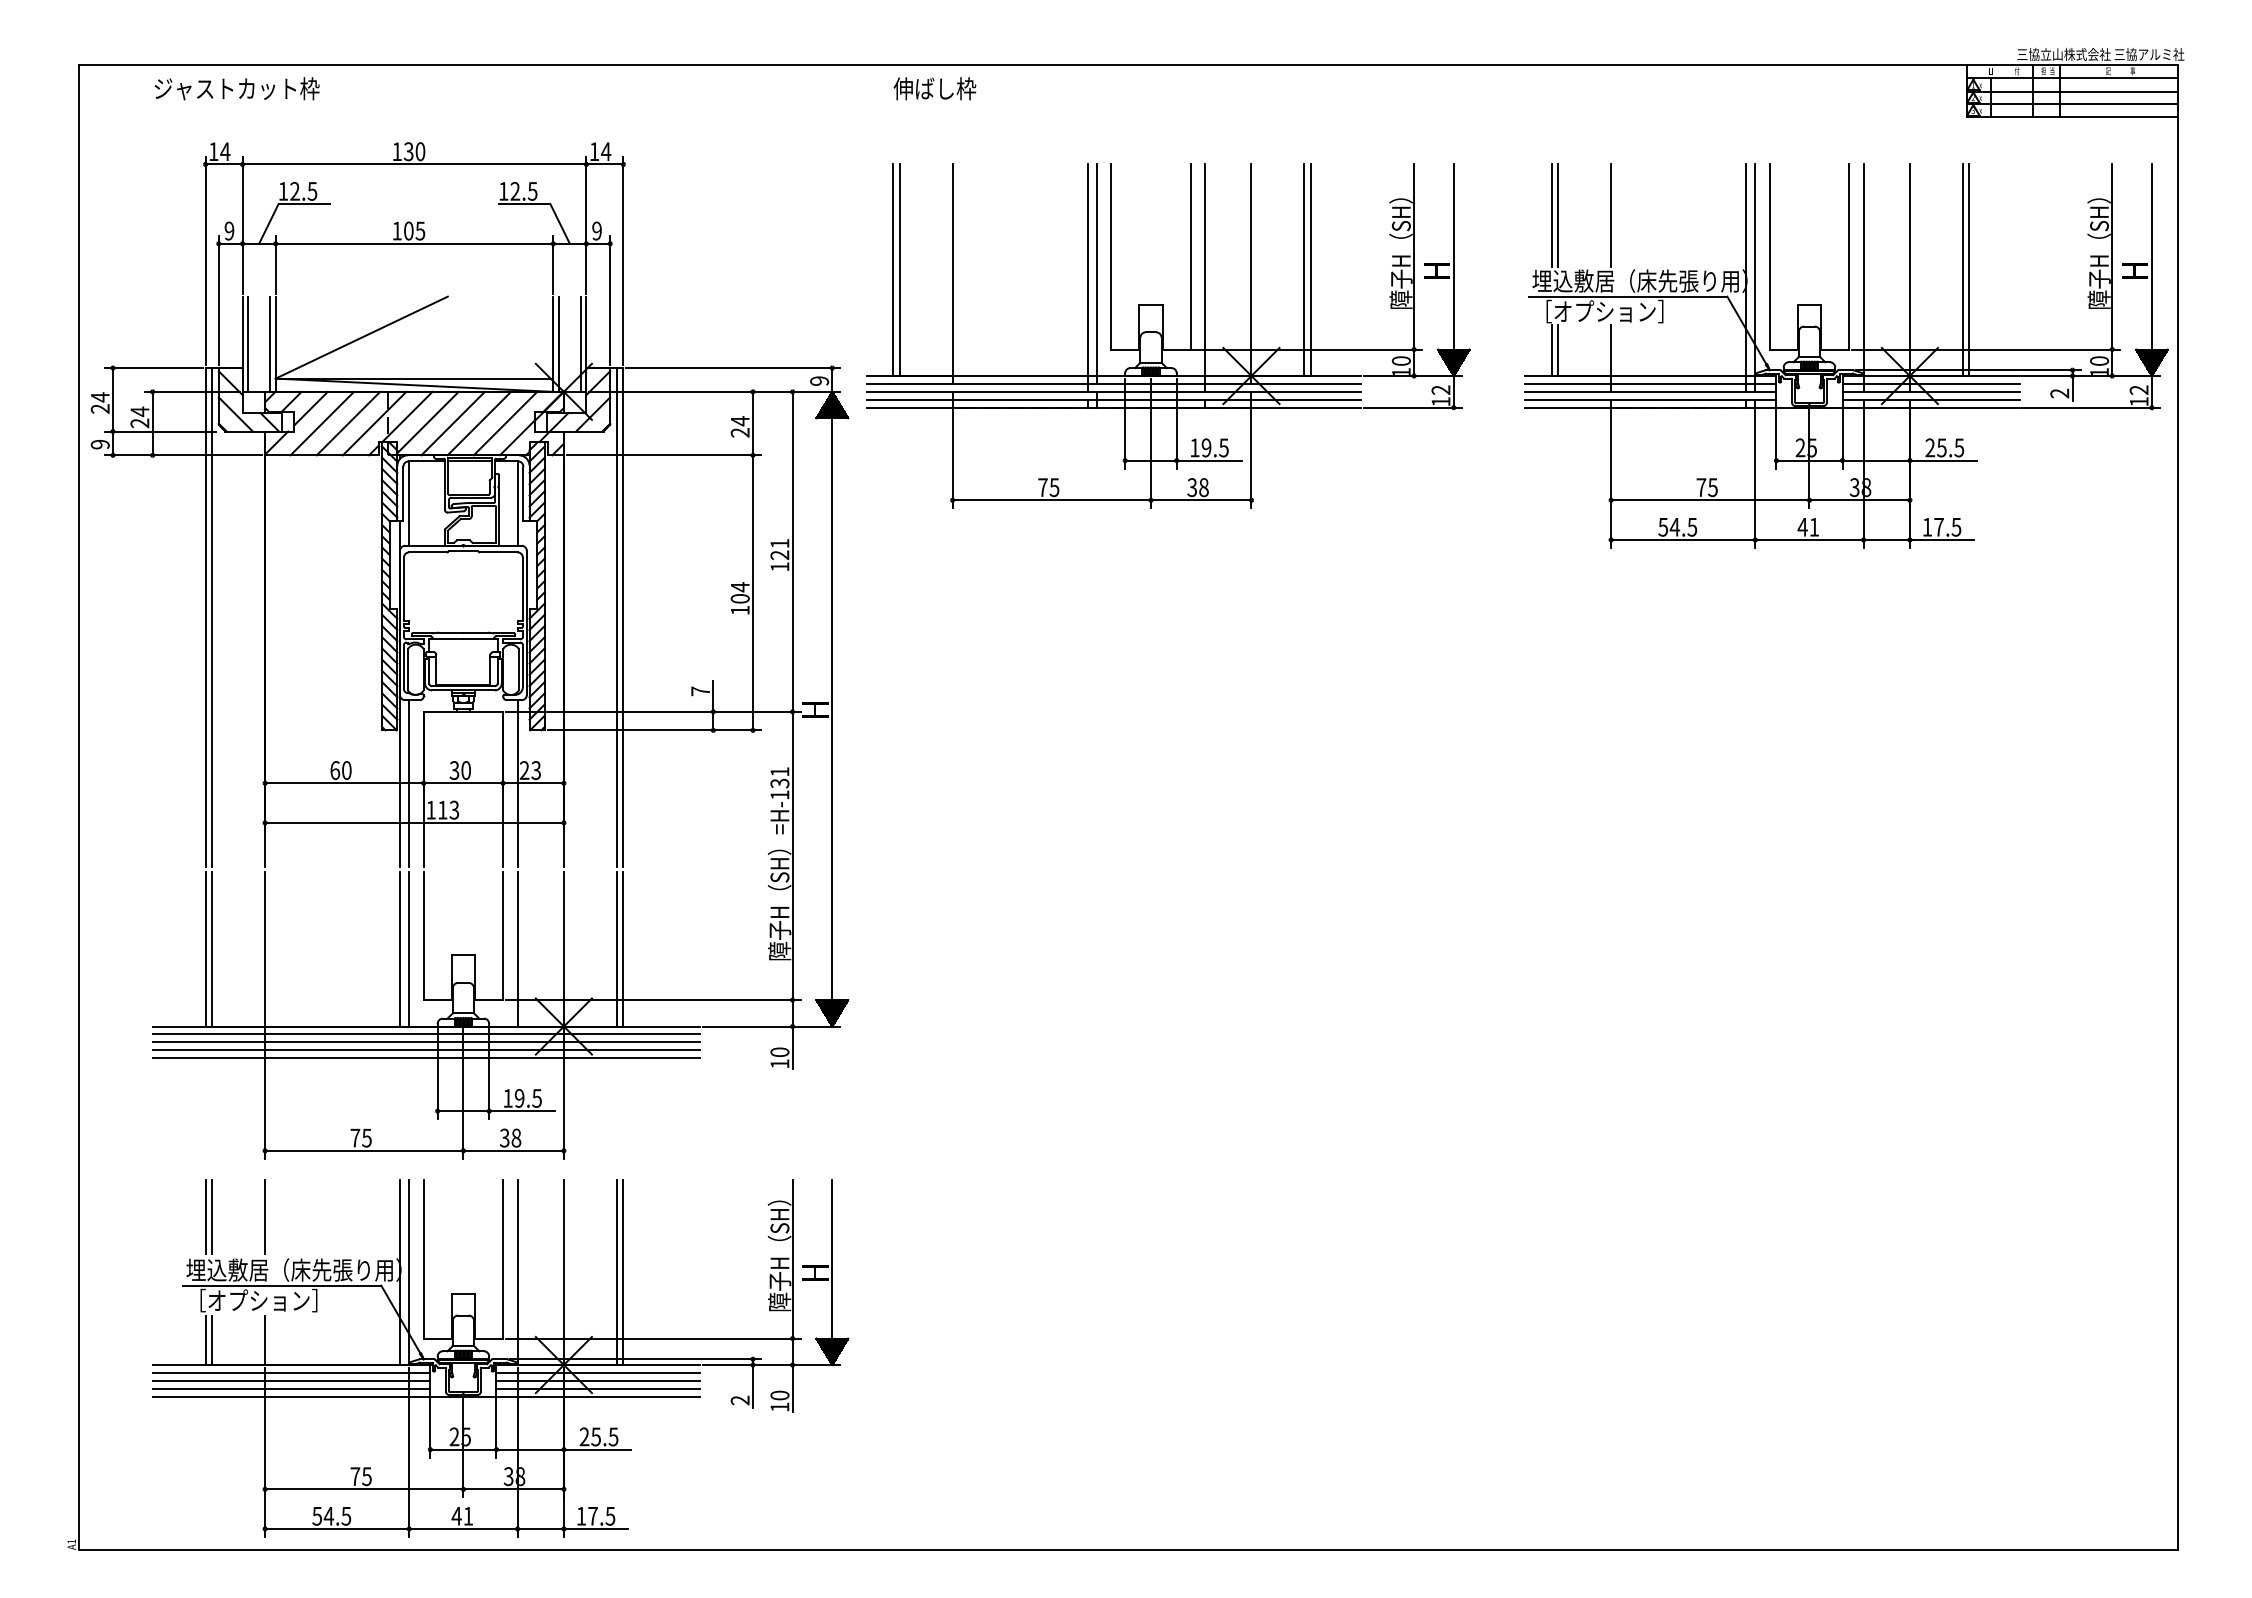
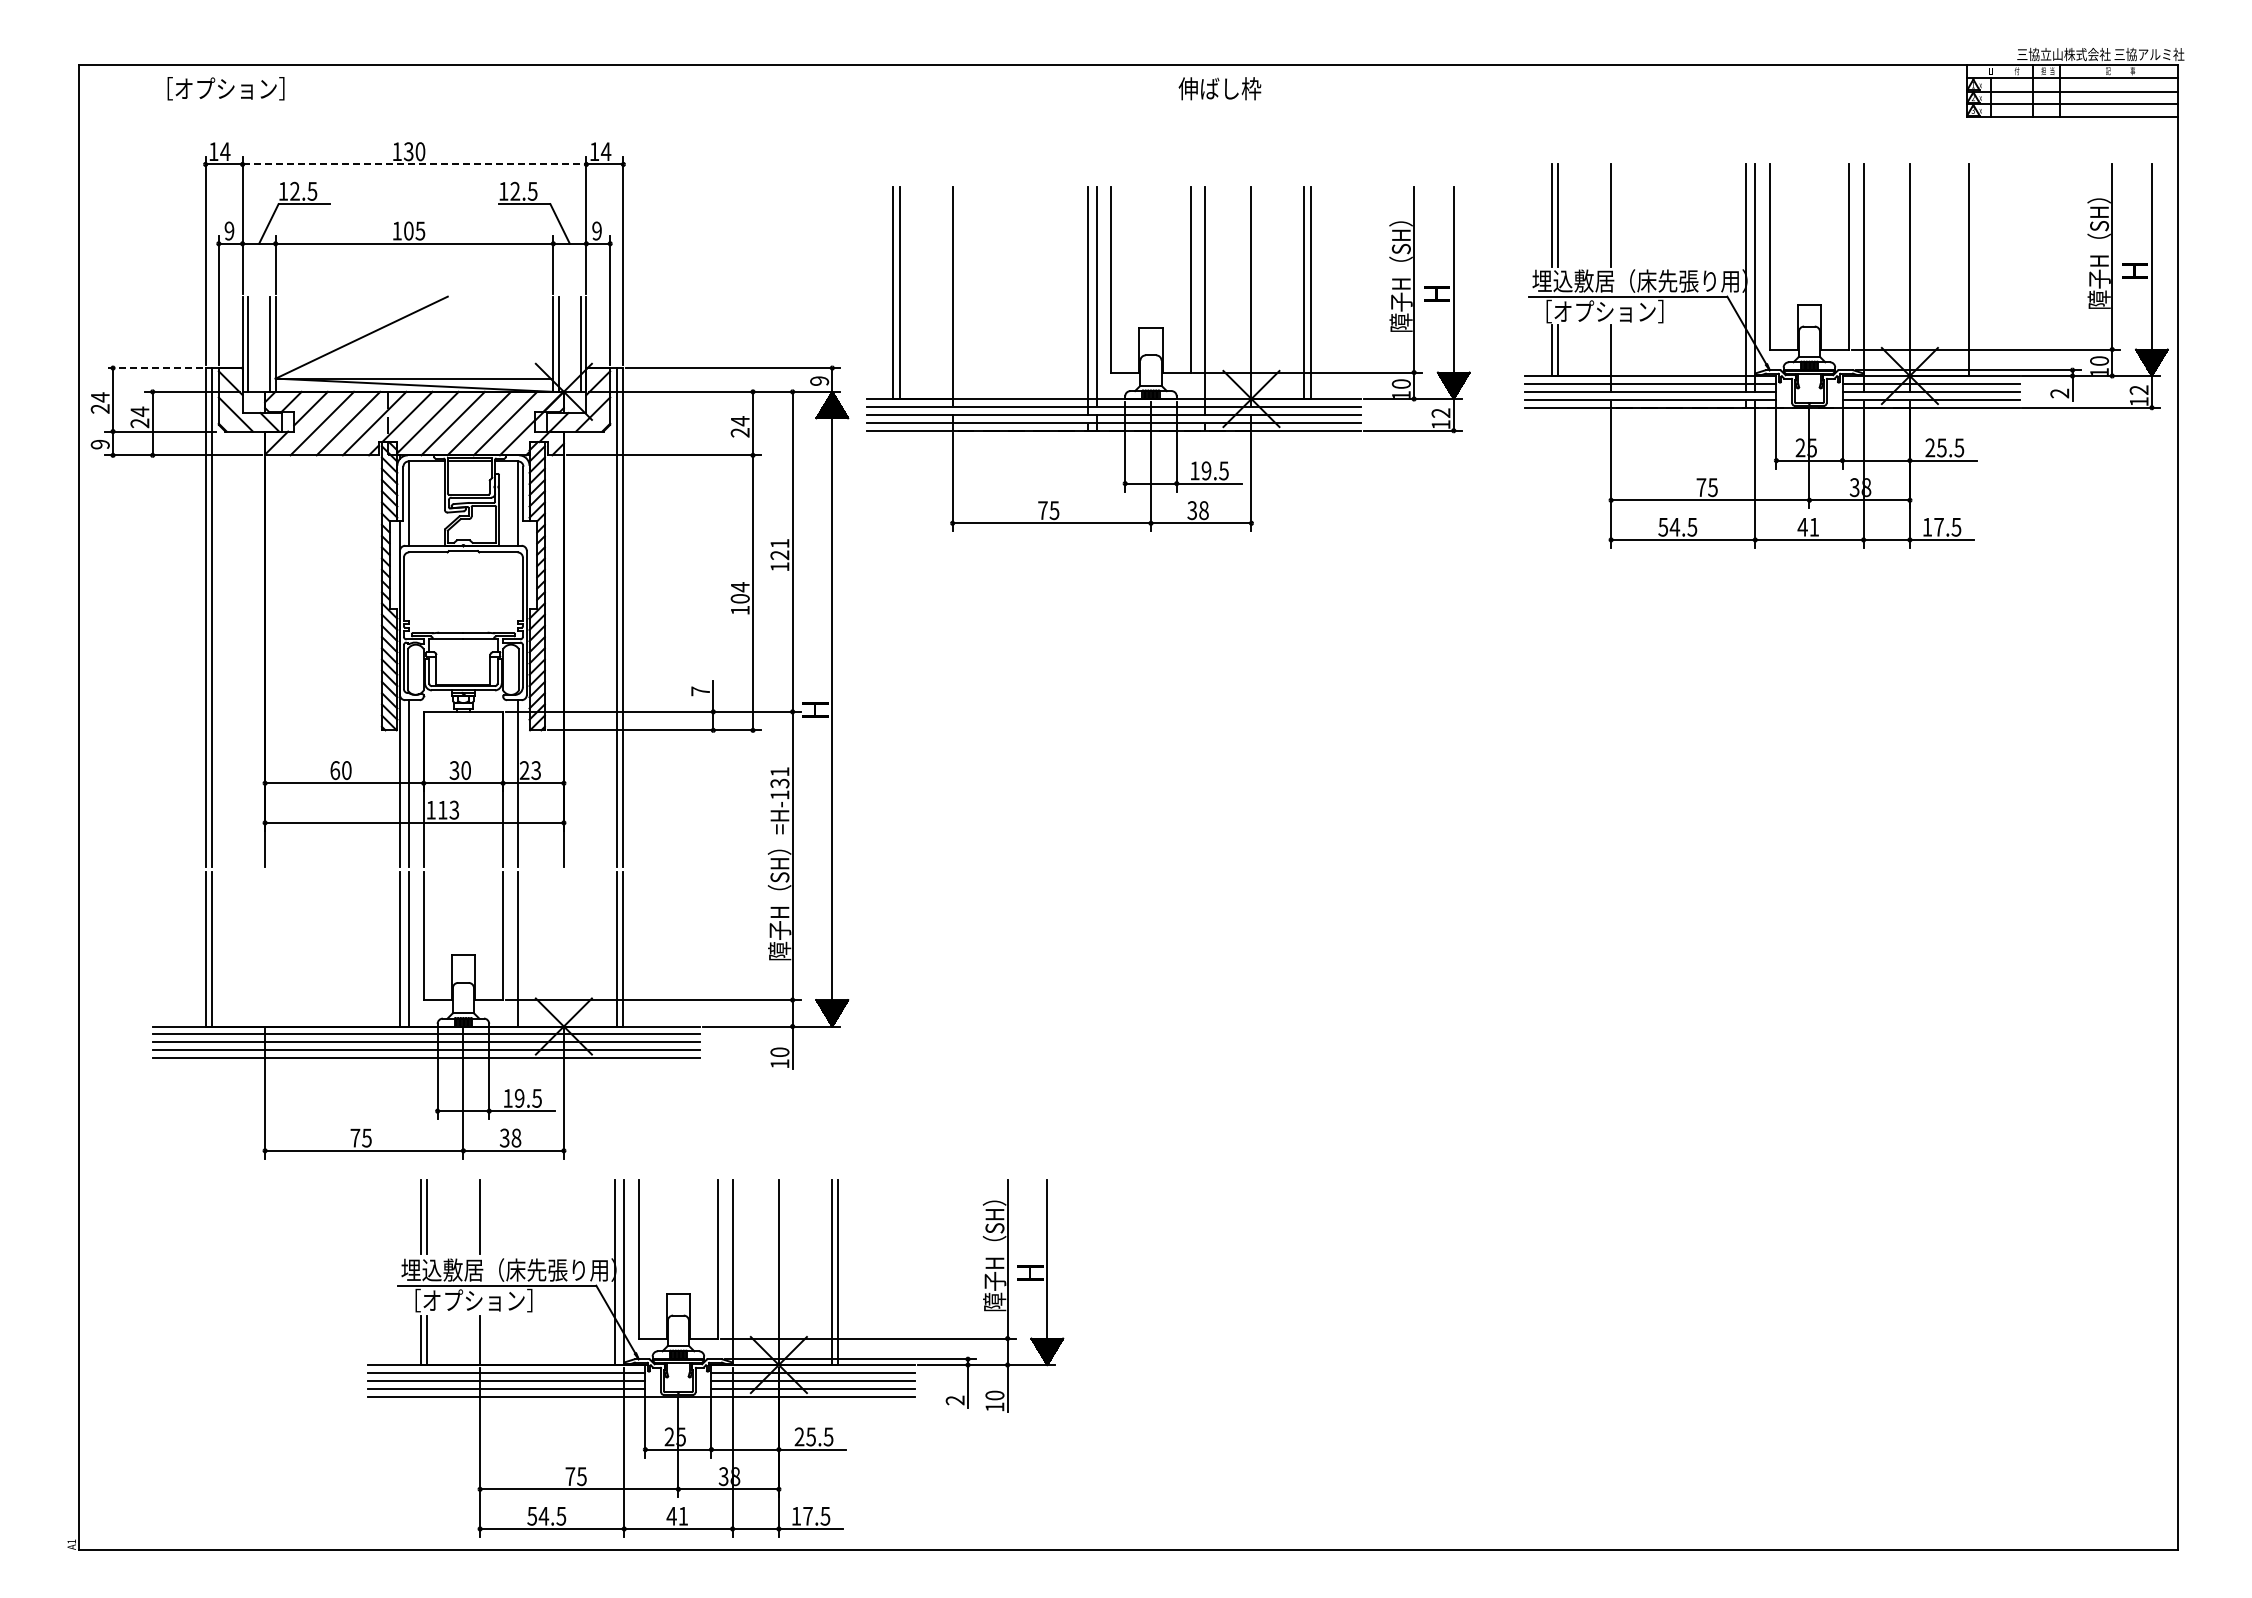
text at (236, 88): ジャストカット枠 -> ［オプション］
text at (934, 88) position: (934, 88) -> (1219, 88)
line at (414, 164): solid -> dashed
line at (1962, 270): present -> none
part at (1168, 335) position: (1168, 335) -> (1168, 358)
line at (154, 368): solid -> dashed
line at (265, 948): present -> none
line at (563, 948): present -> none
part at (500, 1358) position: (500, 1358) -> (715, 1358)
